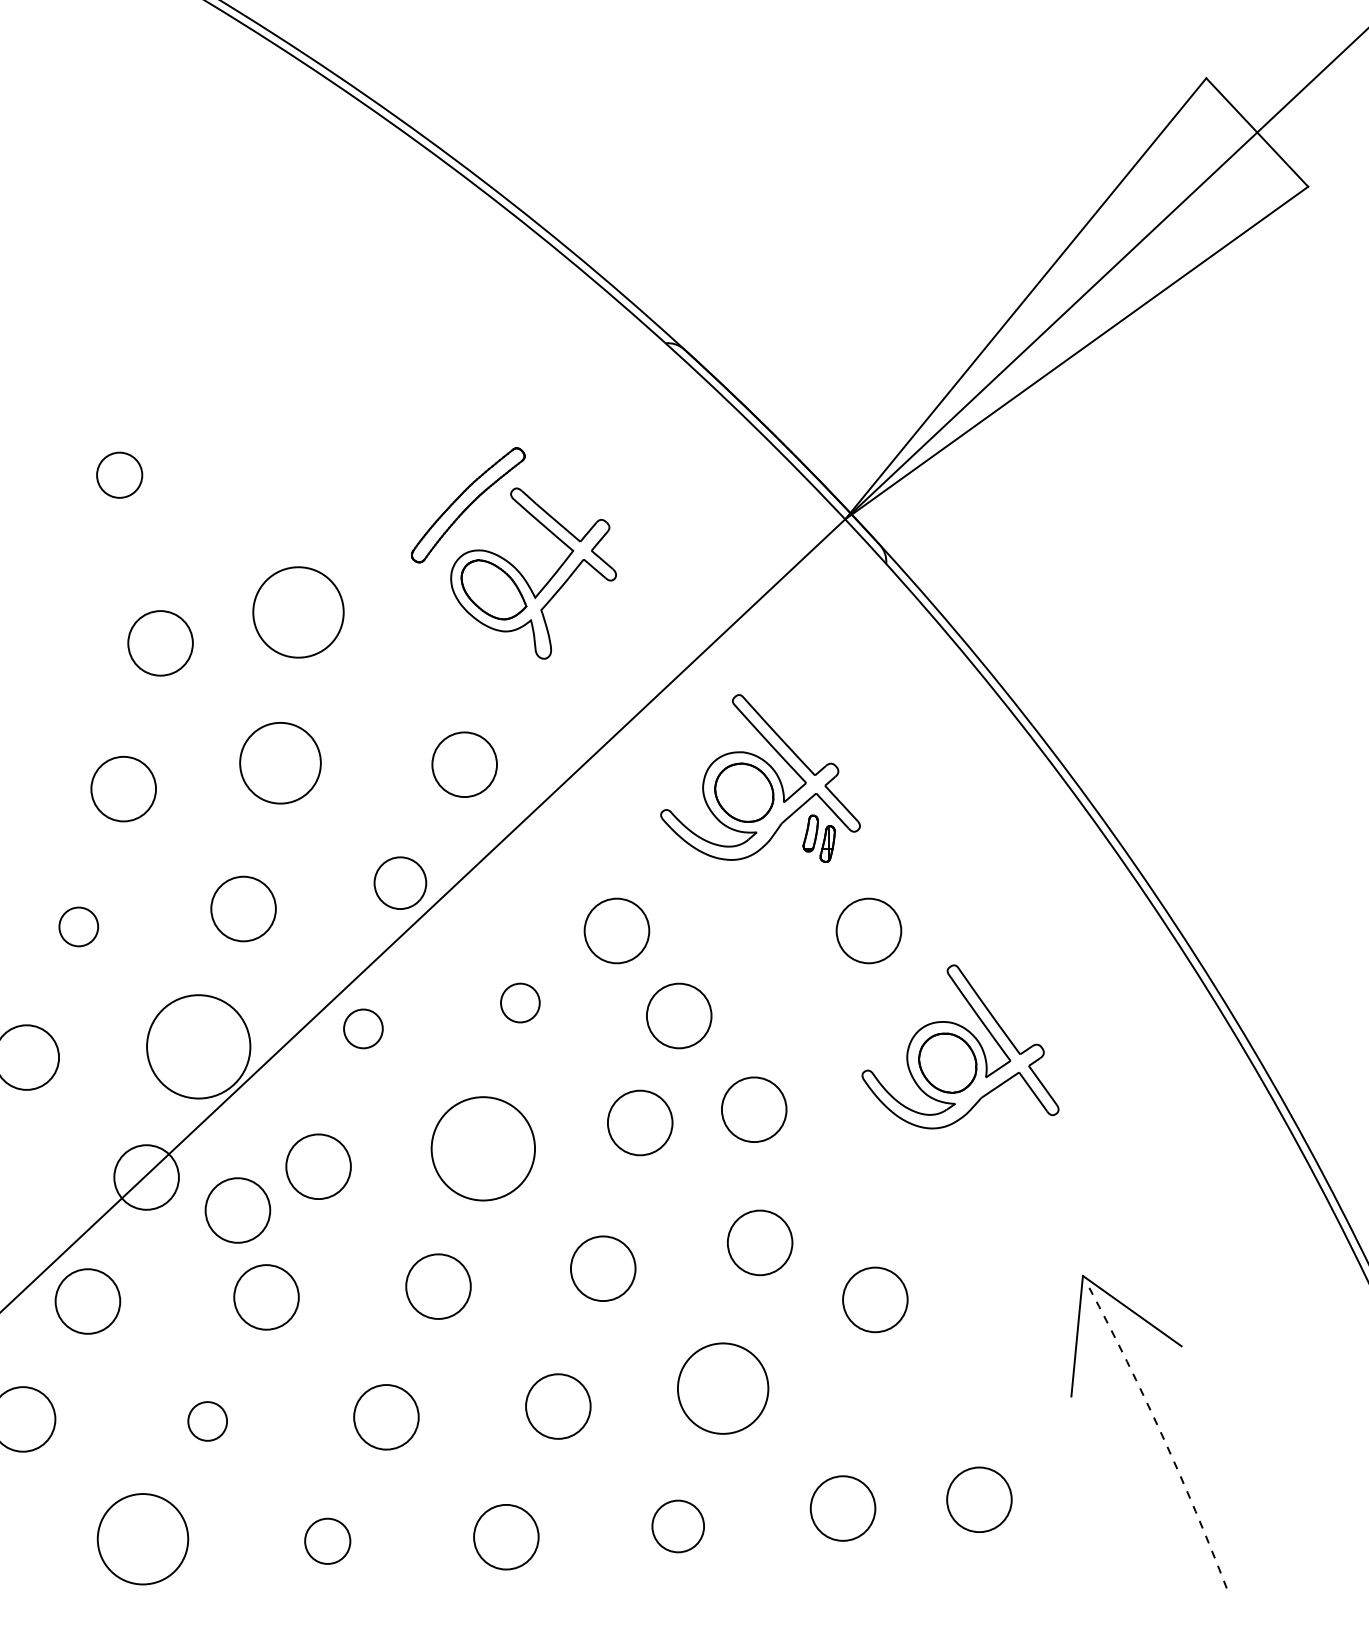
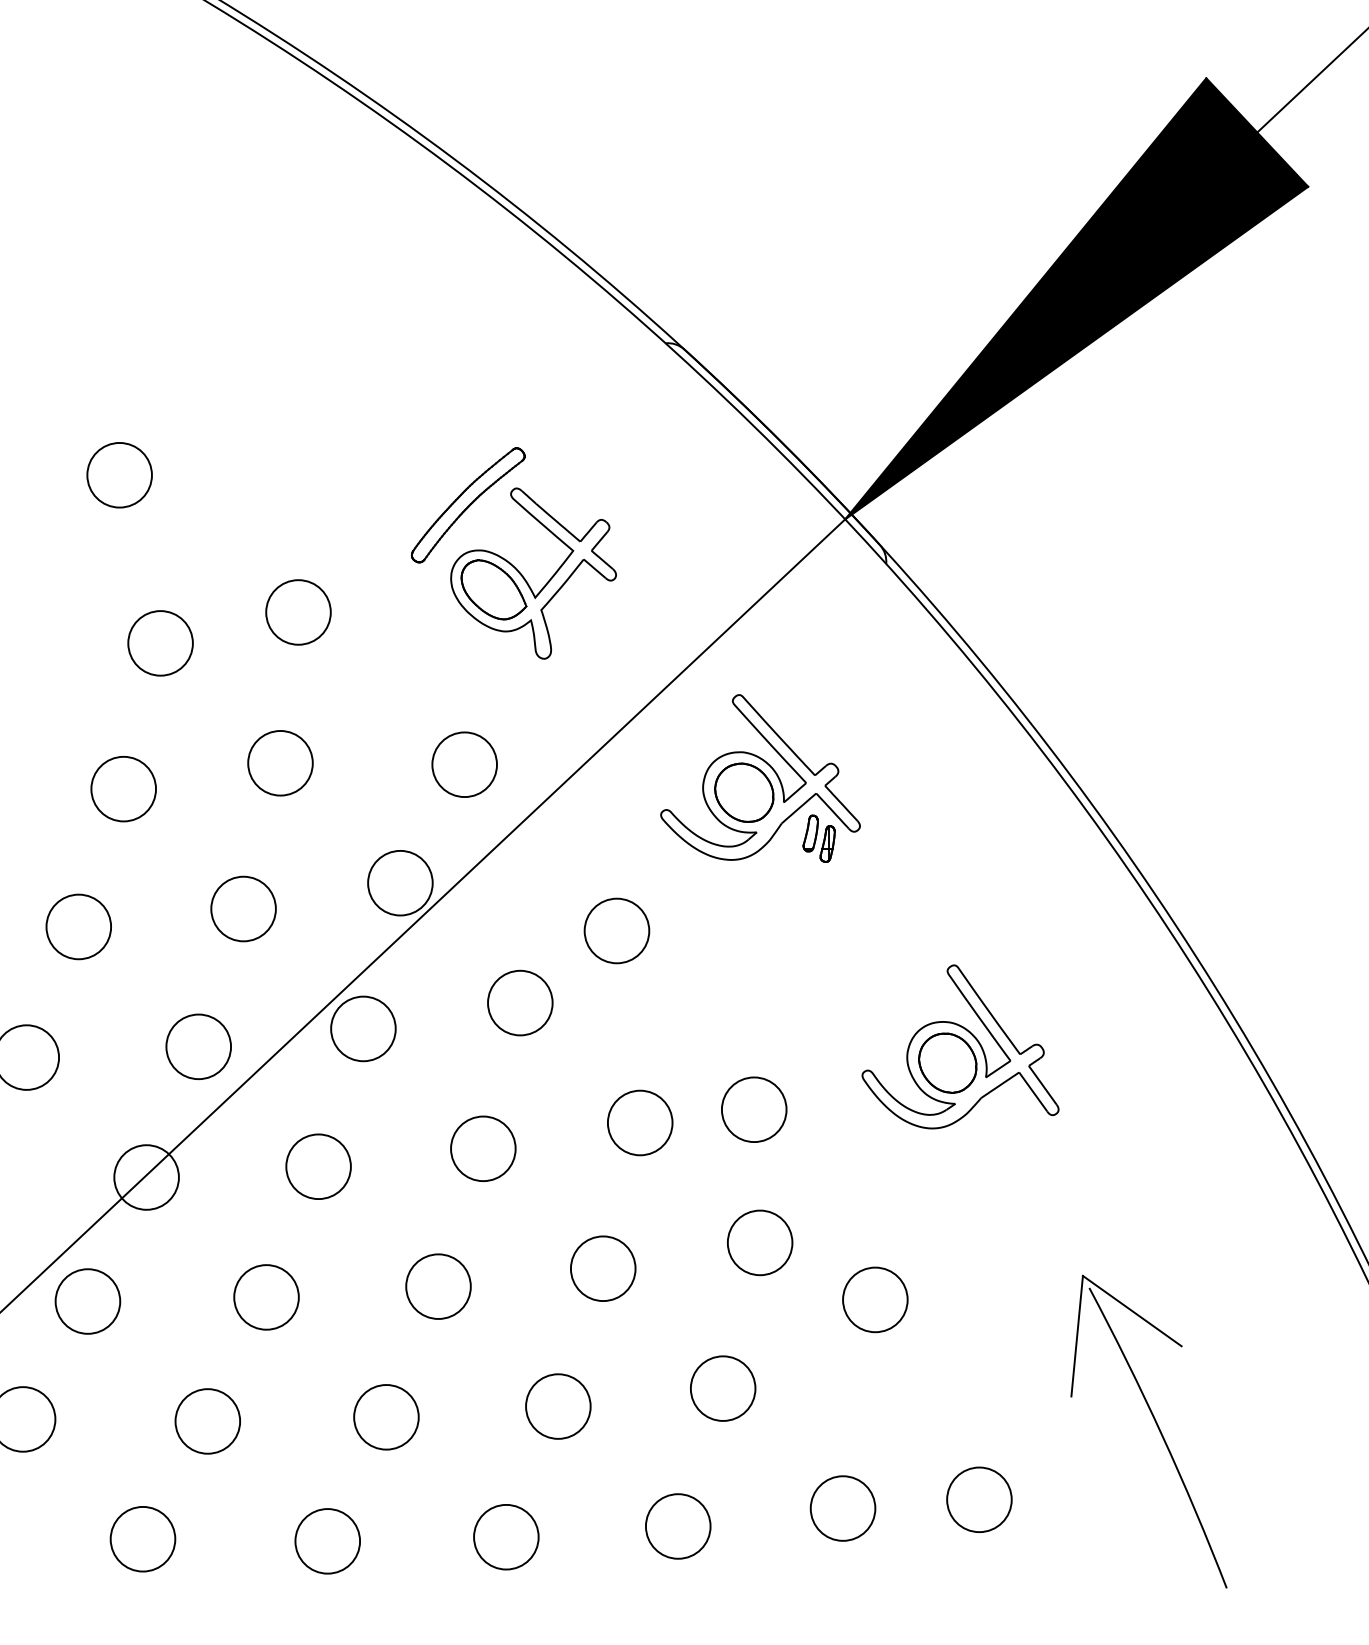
fill at (1076, 298): none -> present
circle at (119, 474) diameter: 45 px -> 65 px
circle at (298, 612) diameter: 90 px -> 65 px
circle at (280, 763) size: 83x83 px -> 67x67 px
circle at (400, 883) diameter: 52 px -> 65 px
circle at (78, 926) diameter: 39 px -> 65 px
circle at (868, 930): present -> none
circle at (520, 1002) size: 41x42 px -> 67x68 px
circle at (679, 1015): present -> none
circle at (363, 1028) diameter: 39 px -> 65 px
circle at (198, 1046) diameter: 103 px -> 65 px
circle at (483, 1148) diameter: 103 px -> 65 px
circle at (237, 1210): present -> none
circle at (722, 1388) diameter: 90 px -> 65 px
circle at (207, 1421) size: 41x41 px -> 67x67 px
arc at (1162, 1436): dashed -> solid
circle at (678, 1526) diameter: 52 px -> 65 px
circle at (142, 1539) diameter: 90 px -> 65 px
circle at (327, 1540) diameter: 45 px -> 65 px
